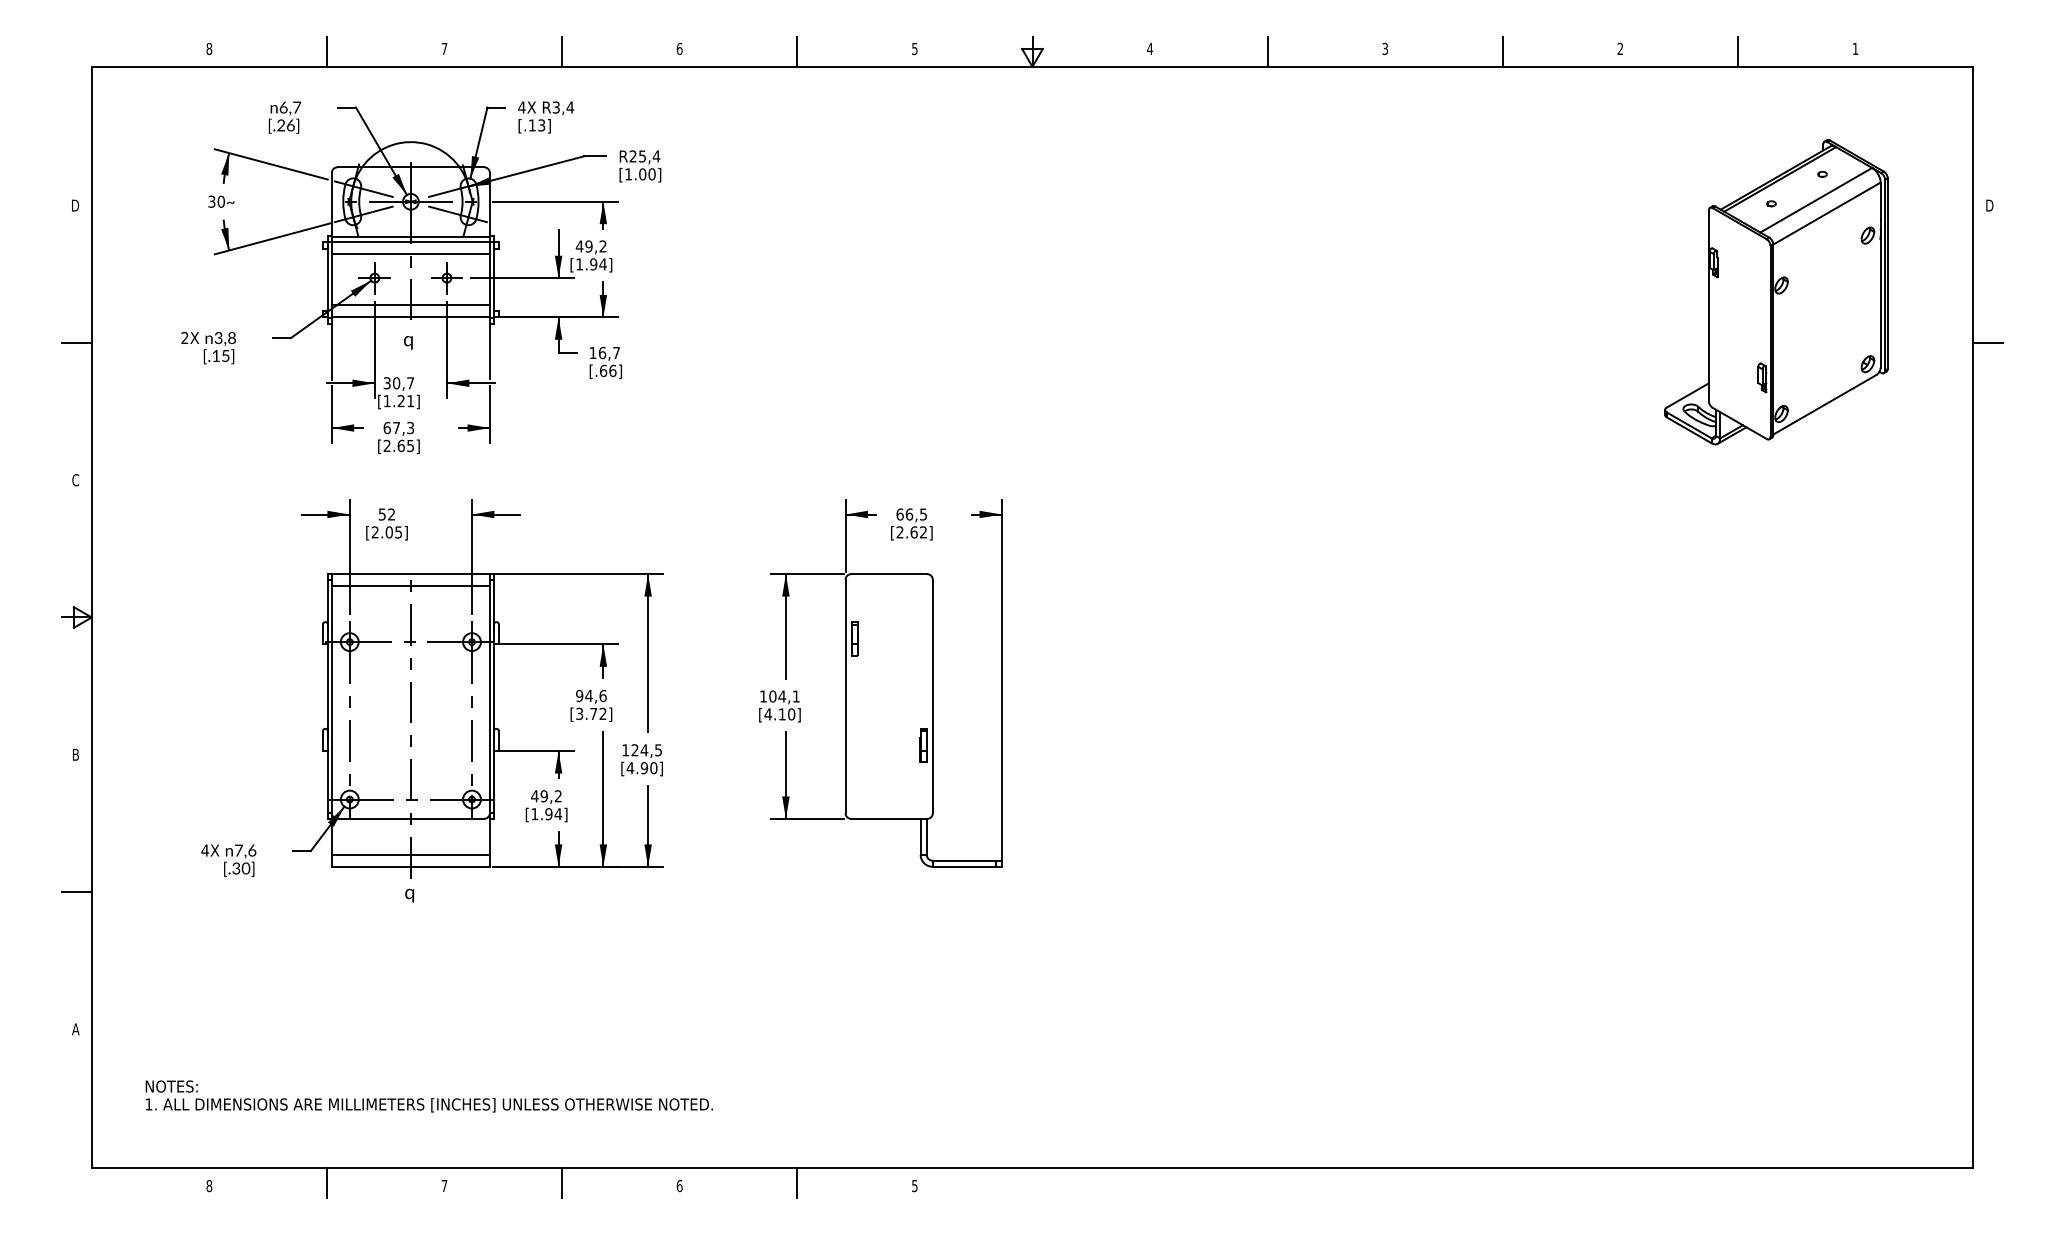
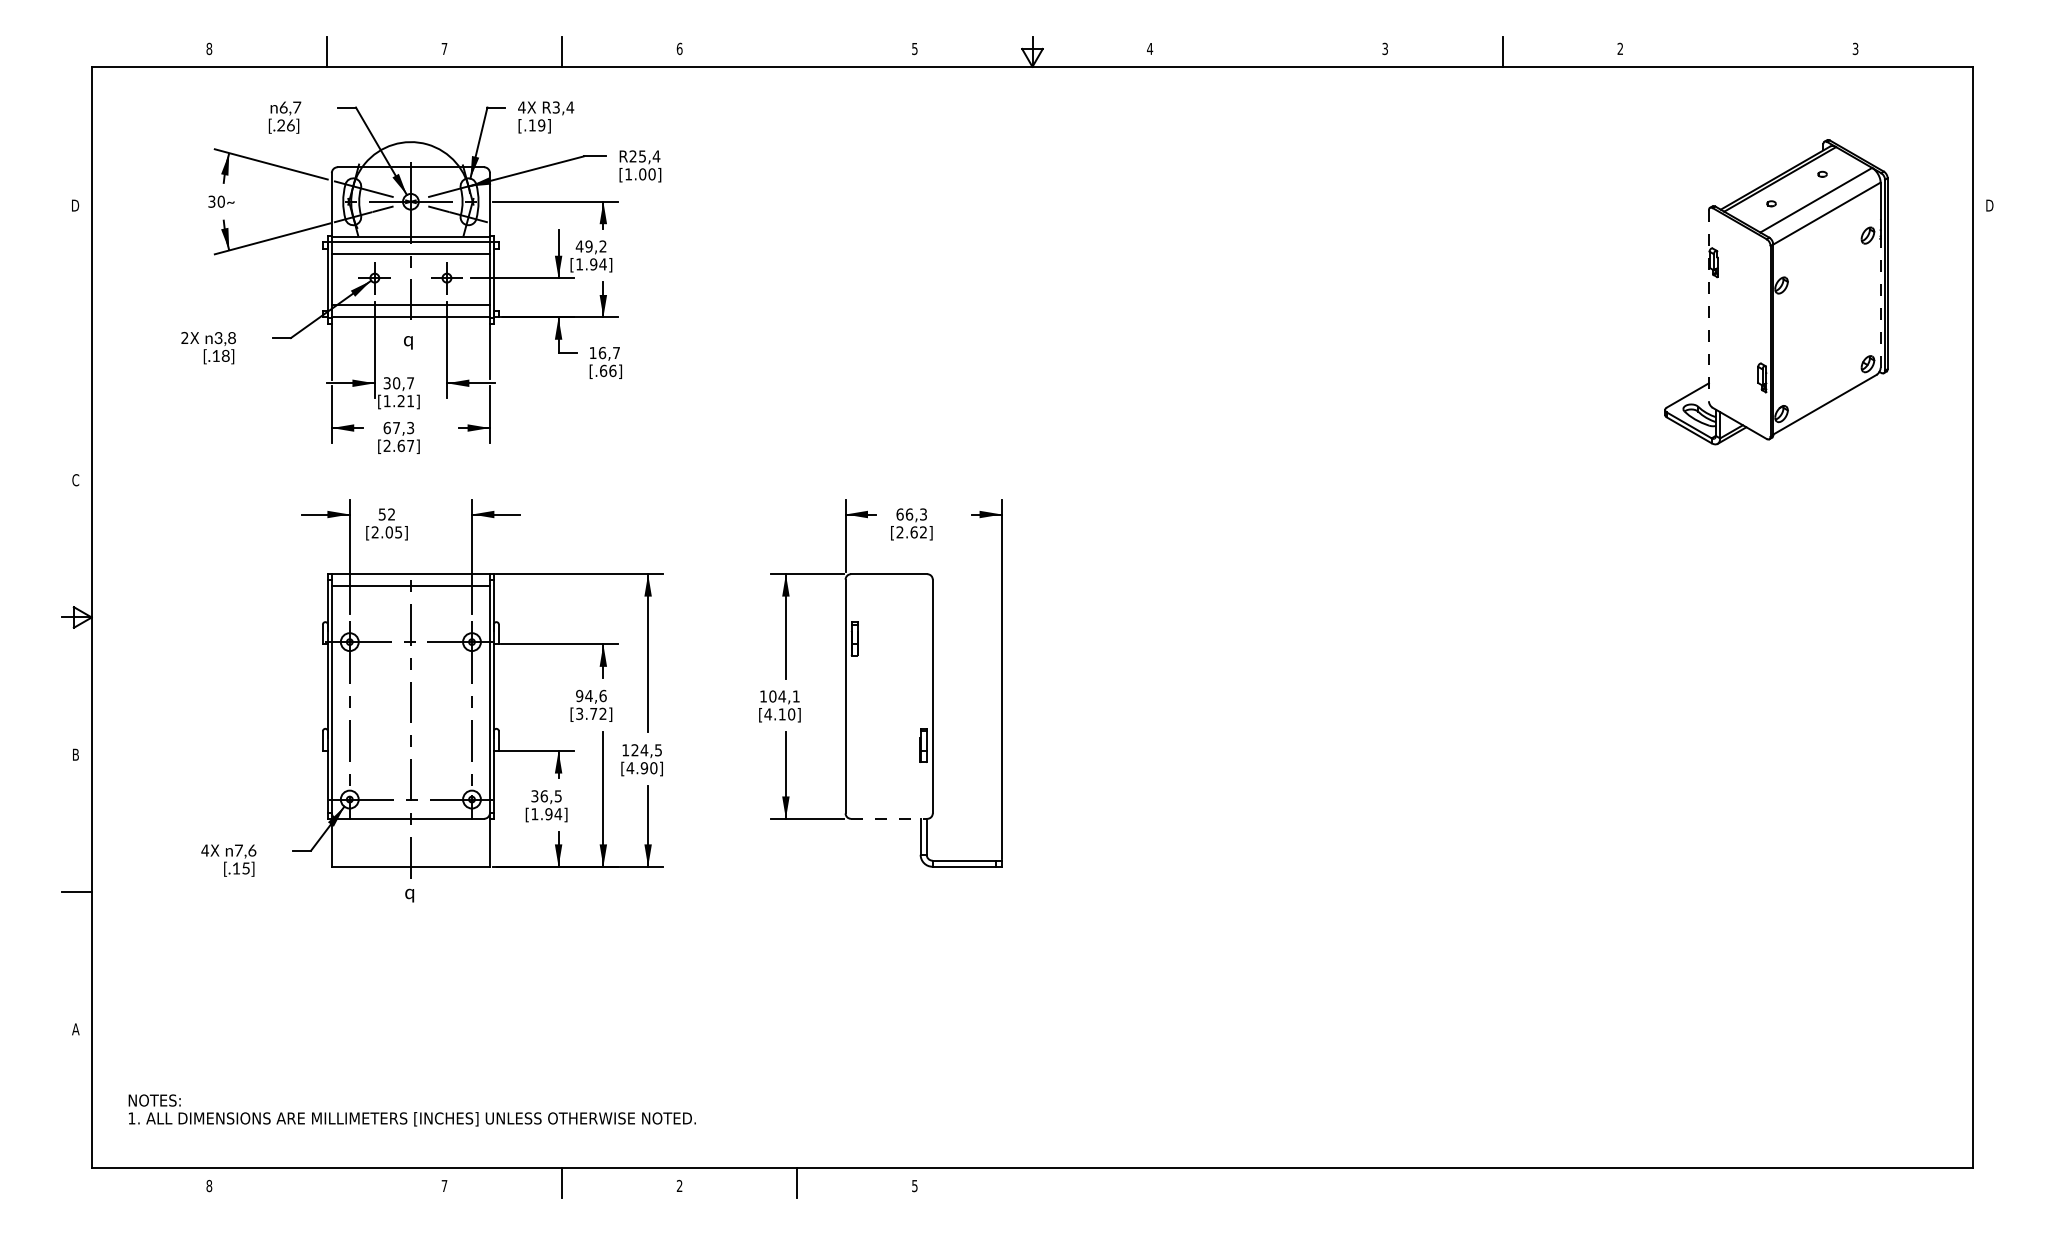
text at (1855, 48): 1 -> 3
line at (797, 51): present -> none
line at (1267, 51): present -> none
line at (1738, 51): present -> none
text at (541, 125): [.13] -> [.19]
line at (1880, 298): solid -> dashed
line at (1708, 306): solid -> dashed
line at (76, 342): present -> none
line at (1988, 342): present -> none
text at (225, 355): [.15] -> [.18]
text at (410, 446): [2.65] -> [2.67]
text at (923, 513): 66,5 -> 66,3
text at (546, 796): 49,2 -> 36,5
line at (889, 818): solid -> dashed
line at (410, 854): present -> none
text at (241, 868): [.30] -> [.15]
text at (428, 1096) position: (428, 1096) -> (411, 1110)
line at (326, 1182): present -> none
text at (679, 1185): 6 -> 2
